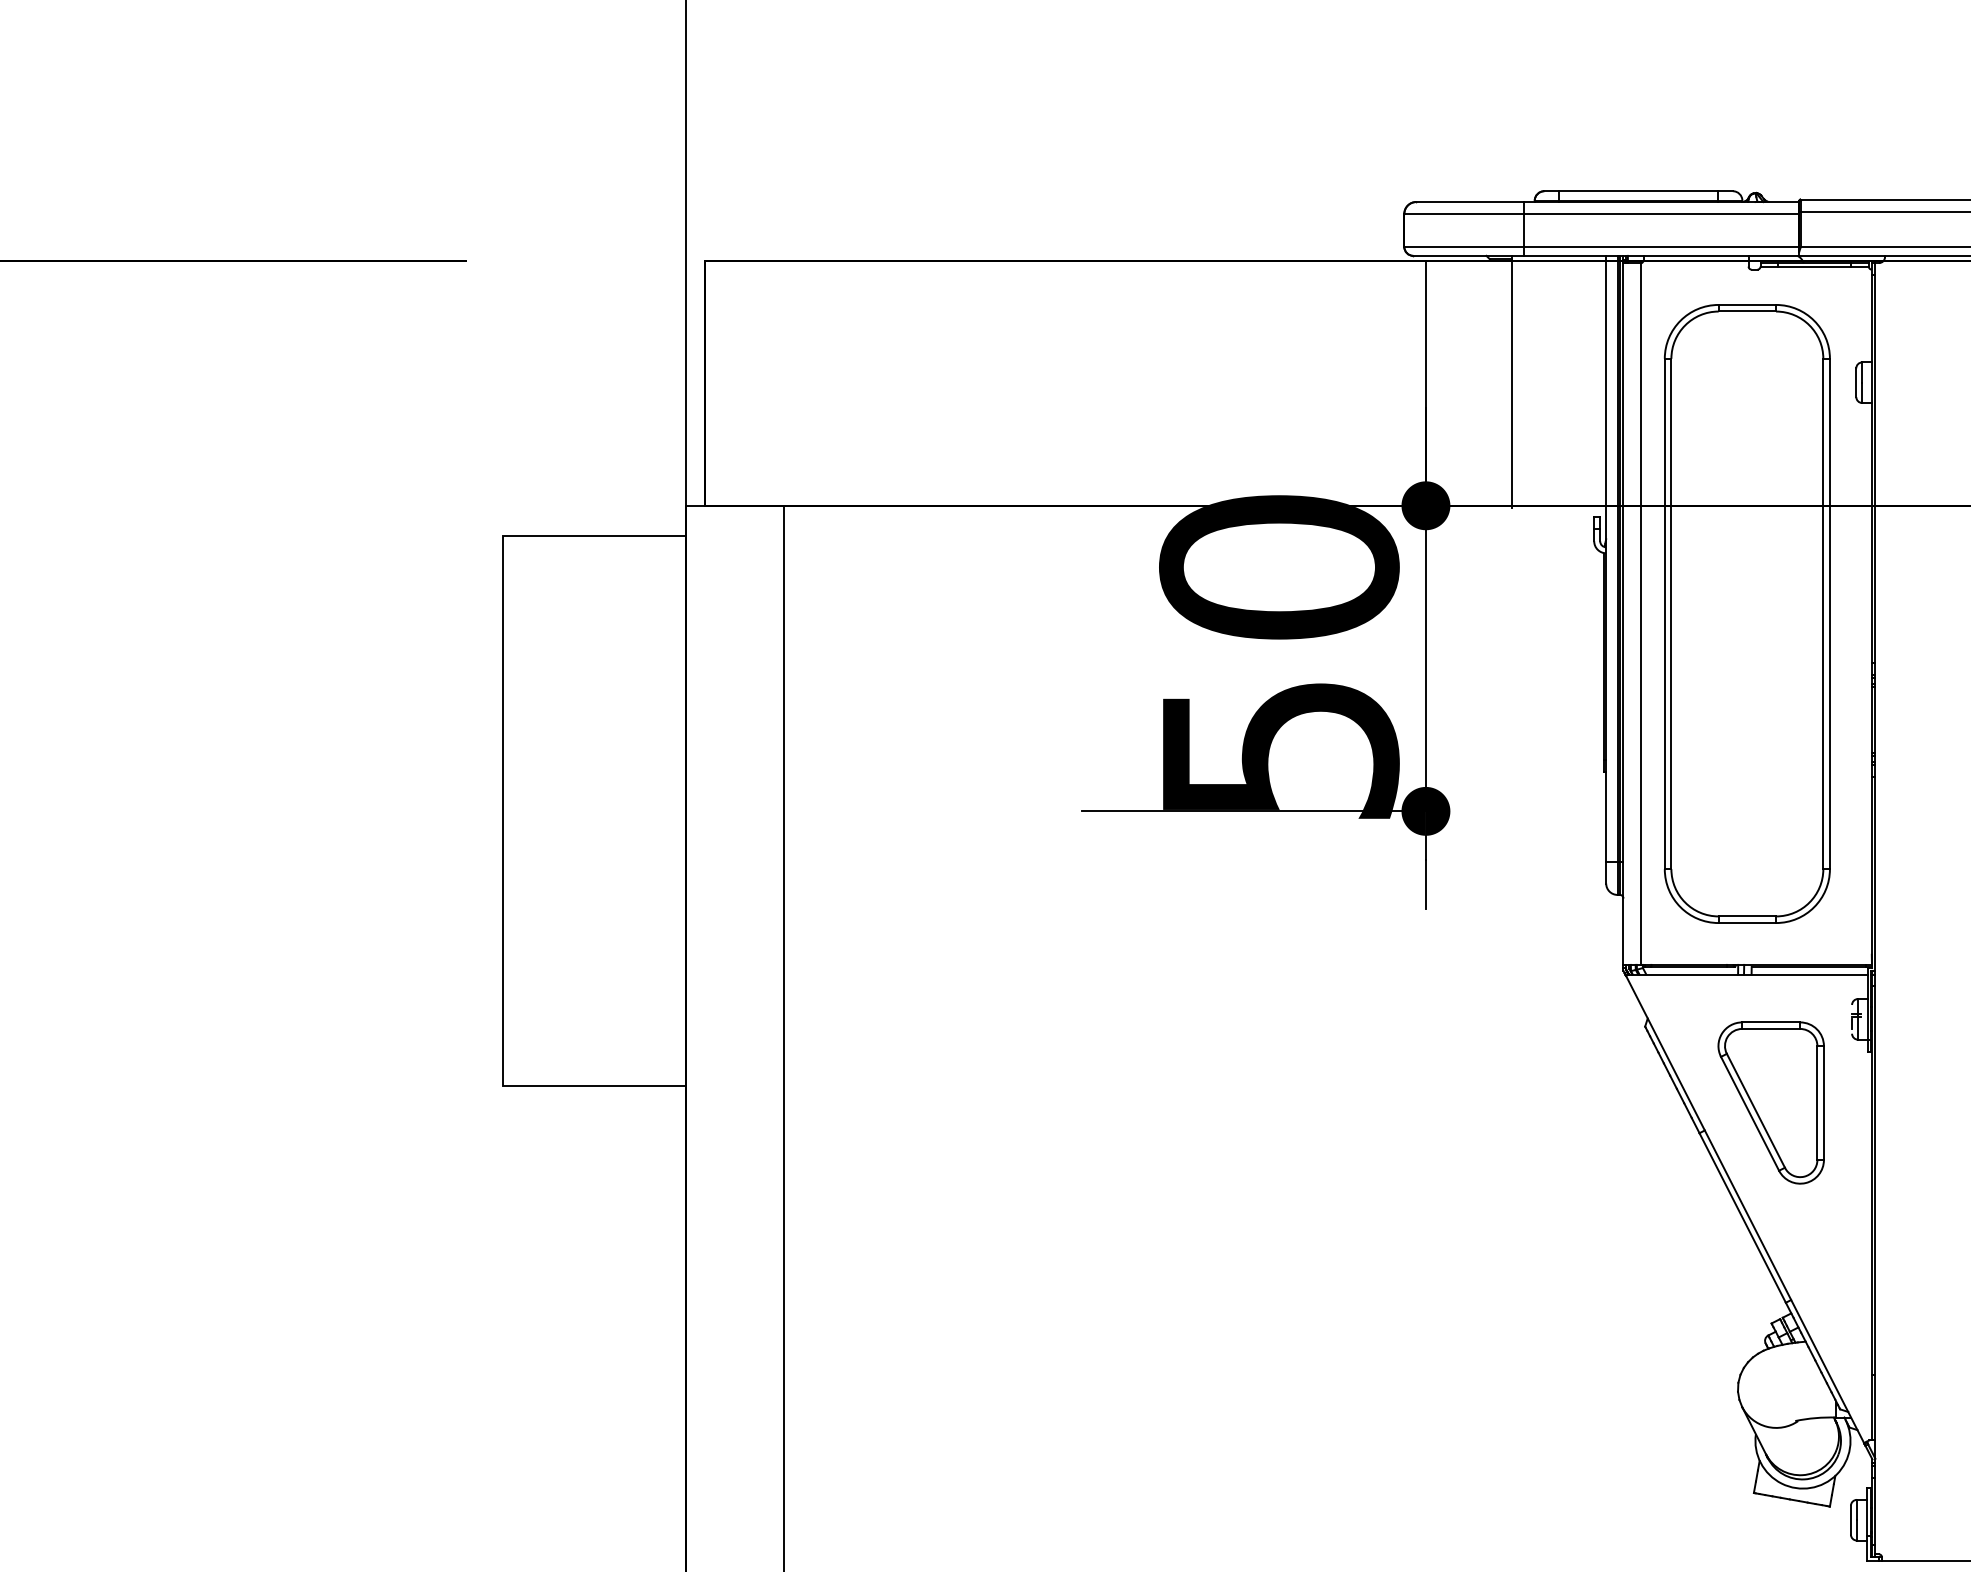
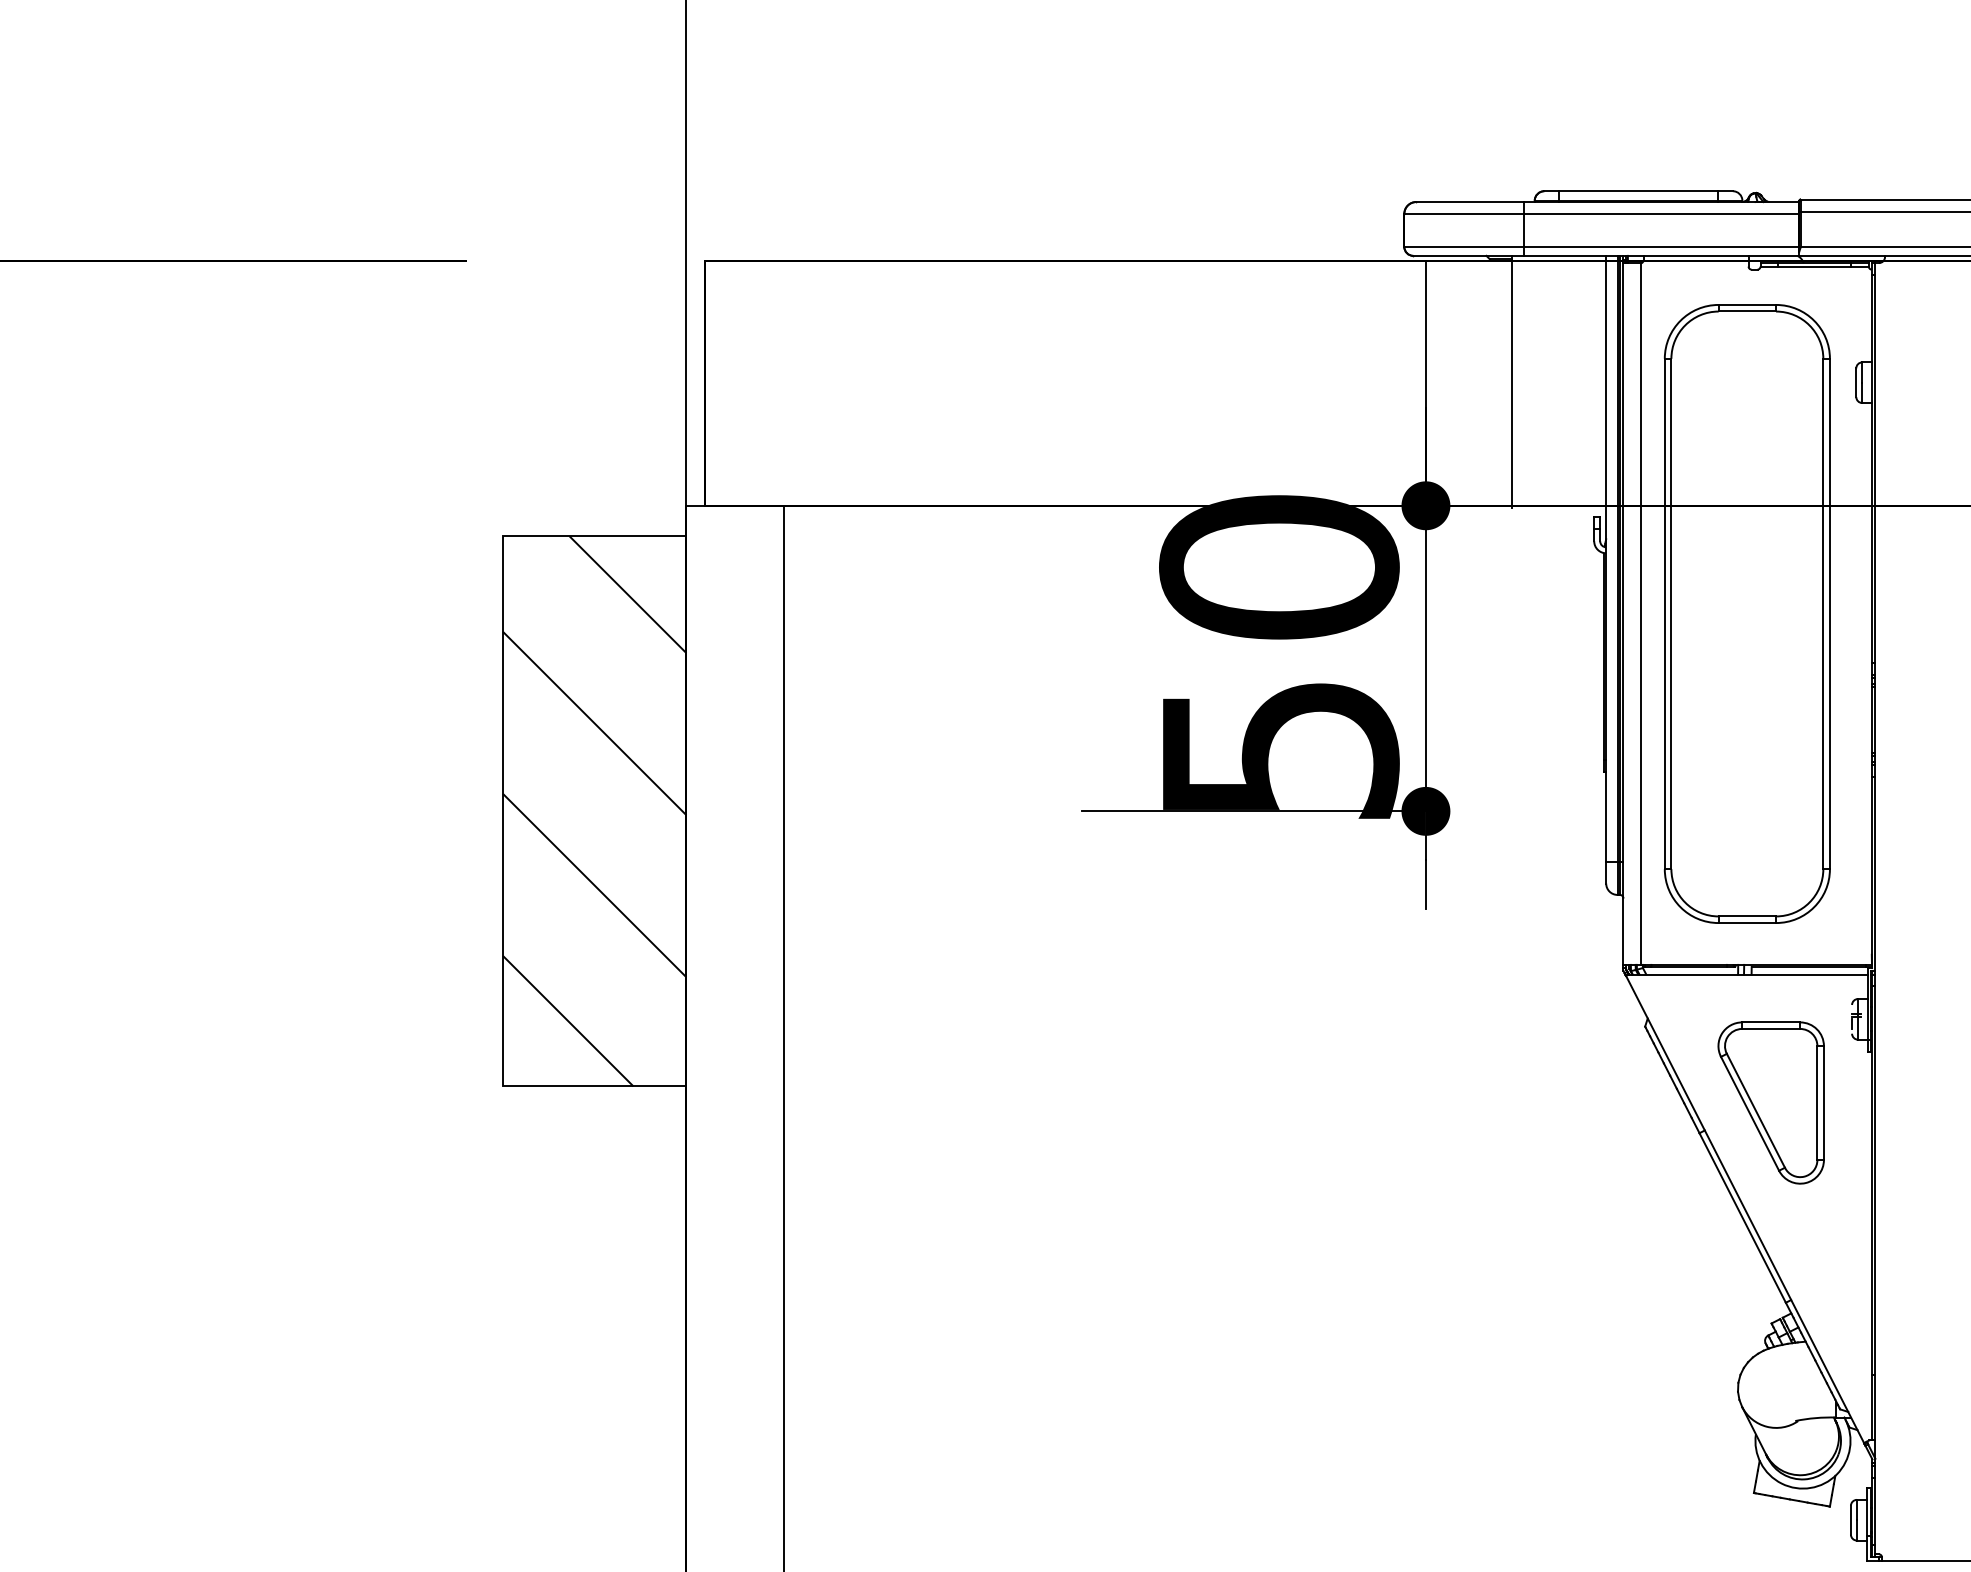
hatch at (594, 811): none -> present
